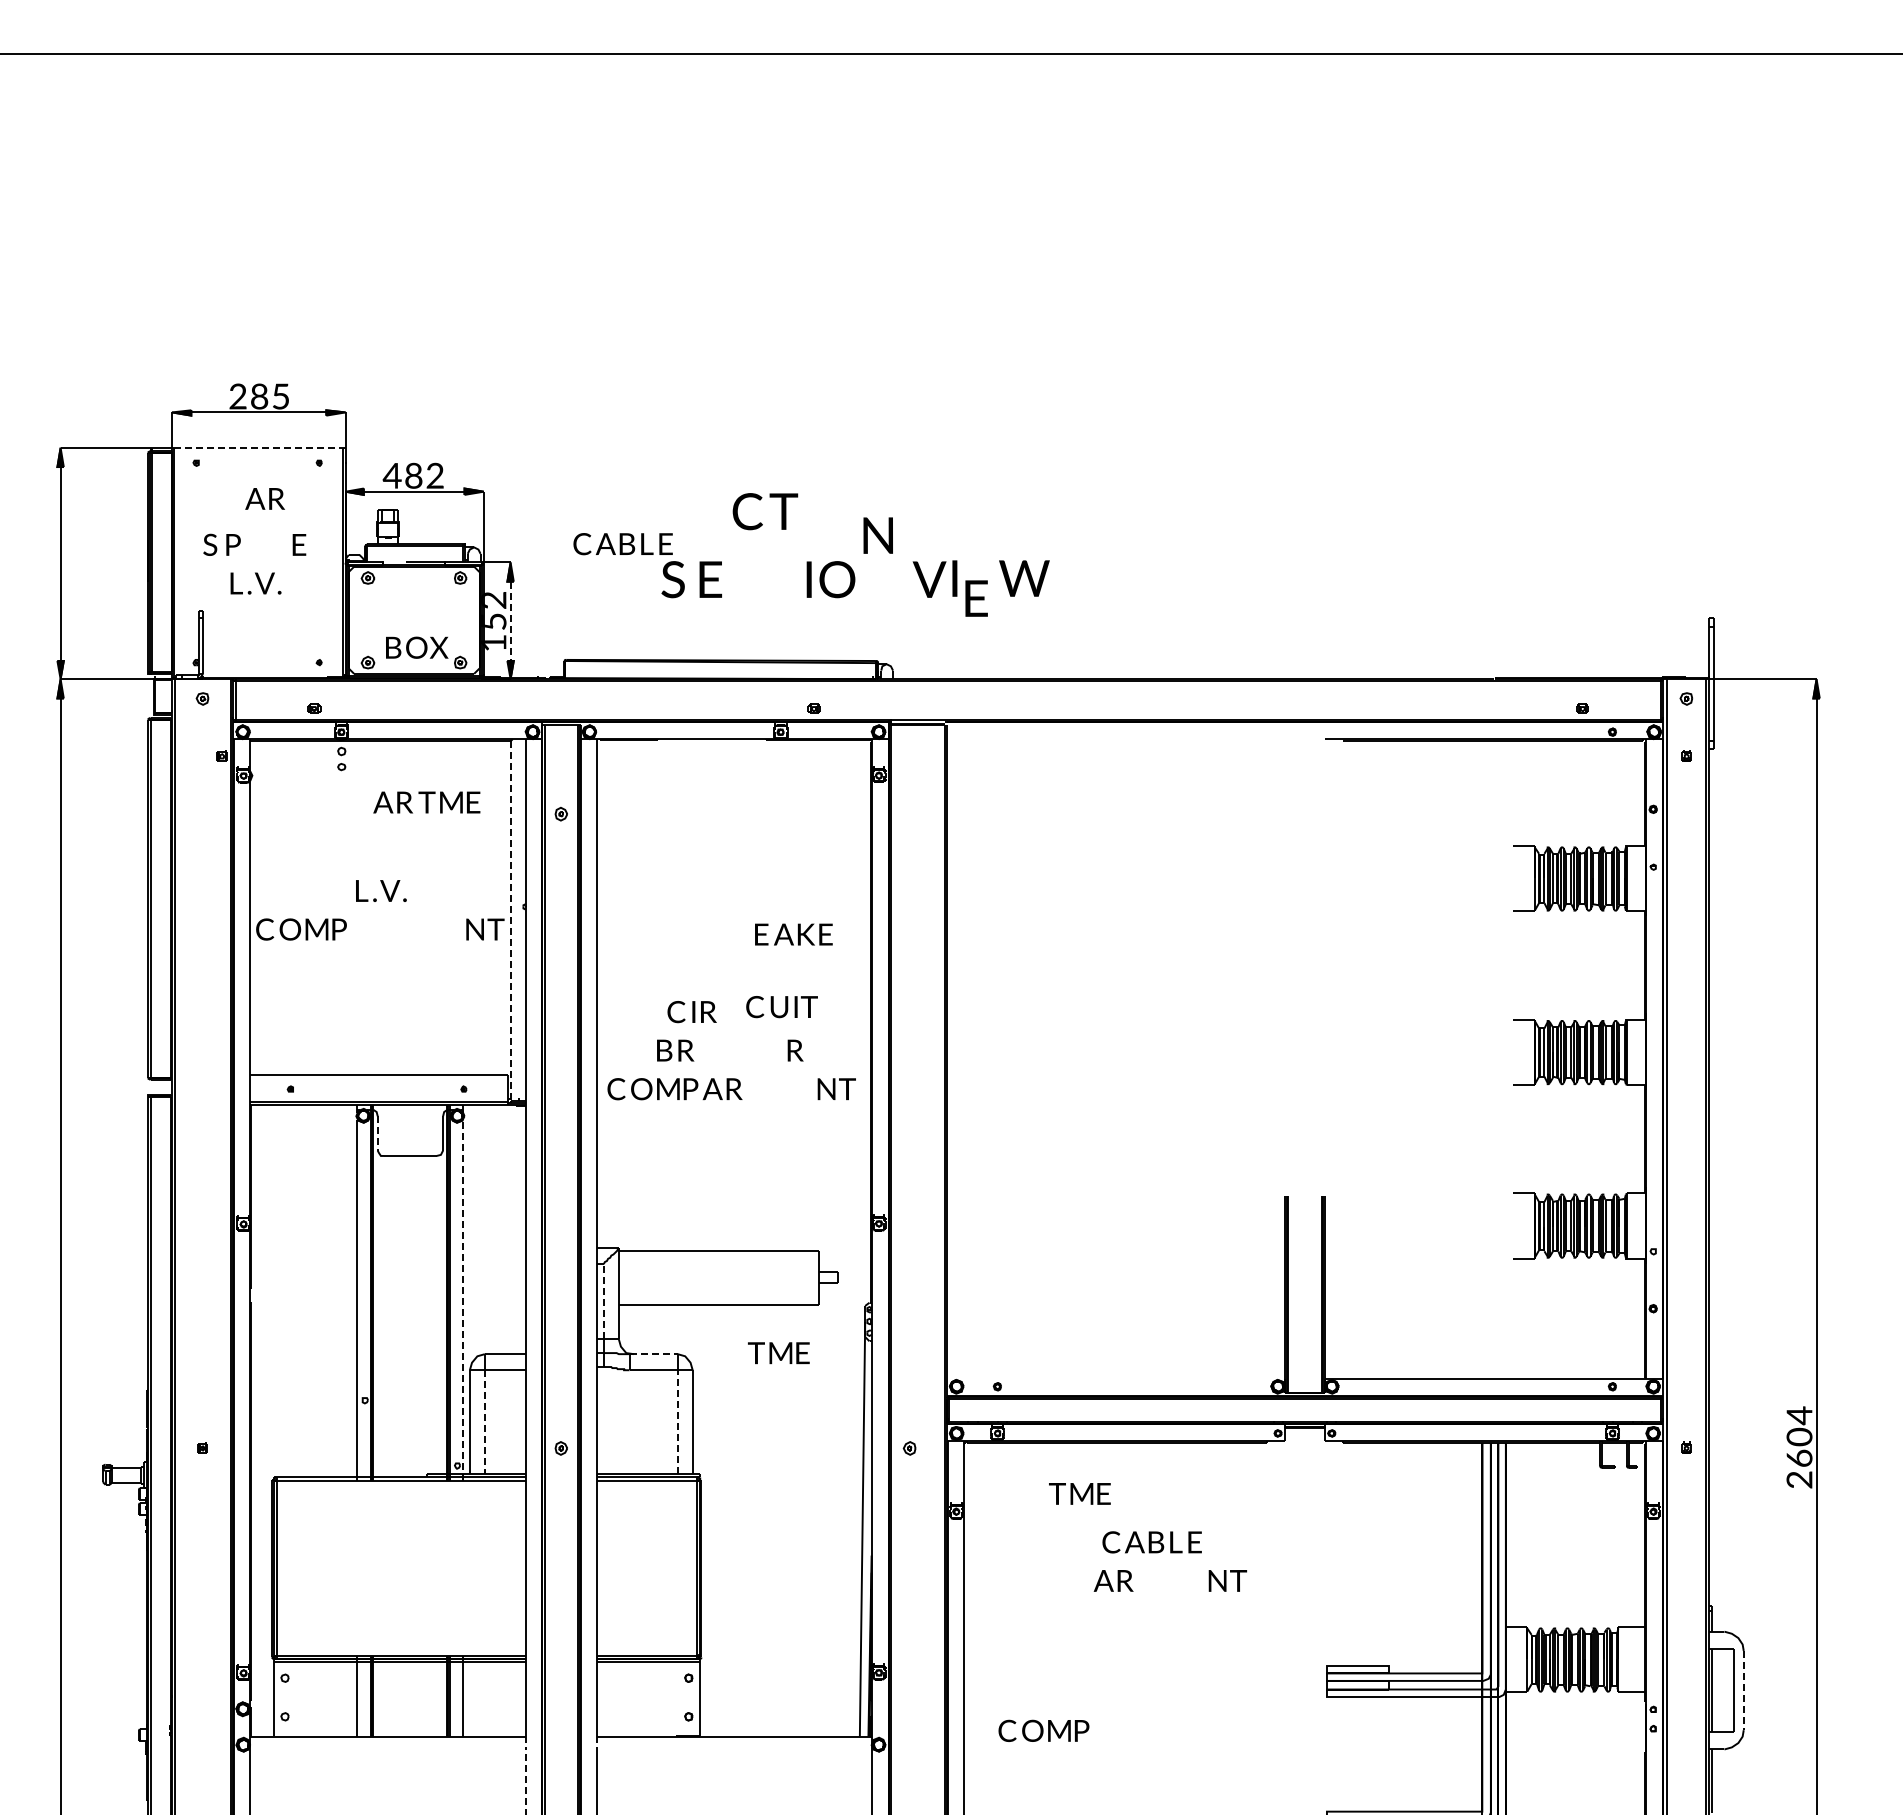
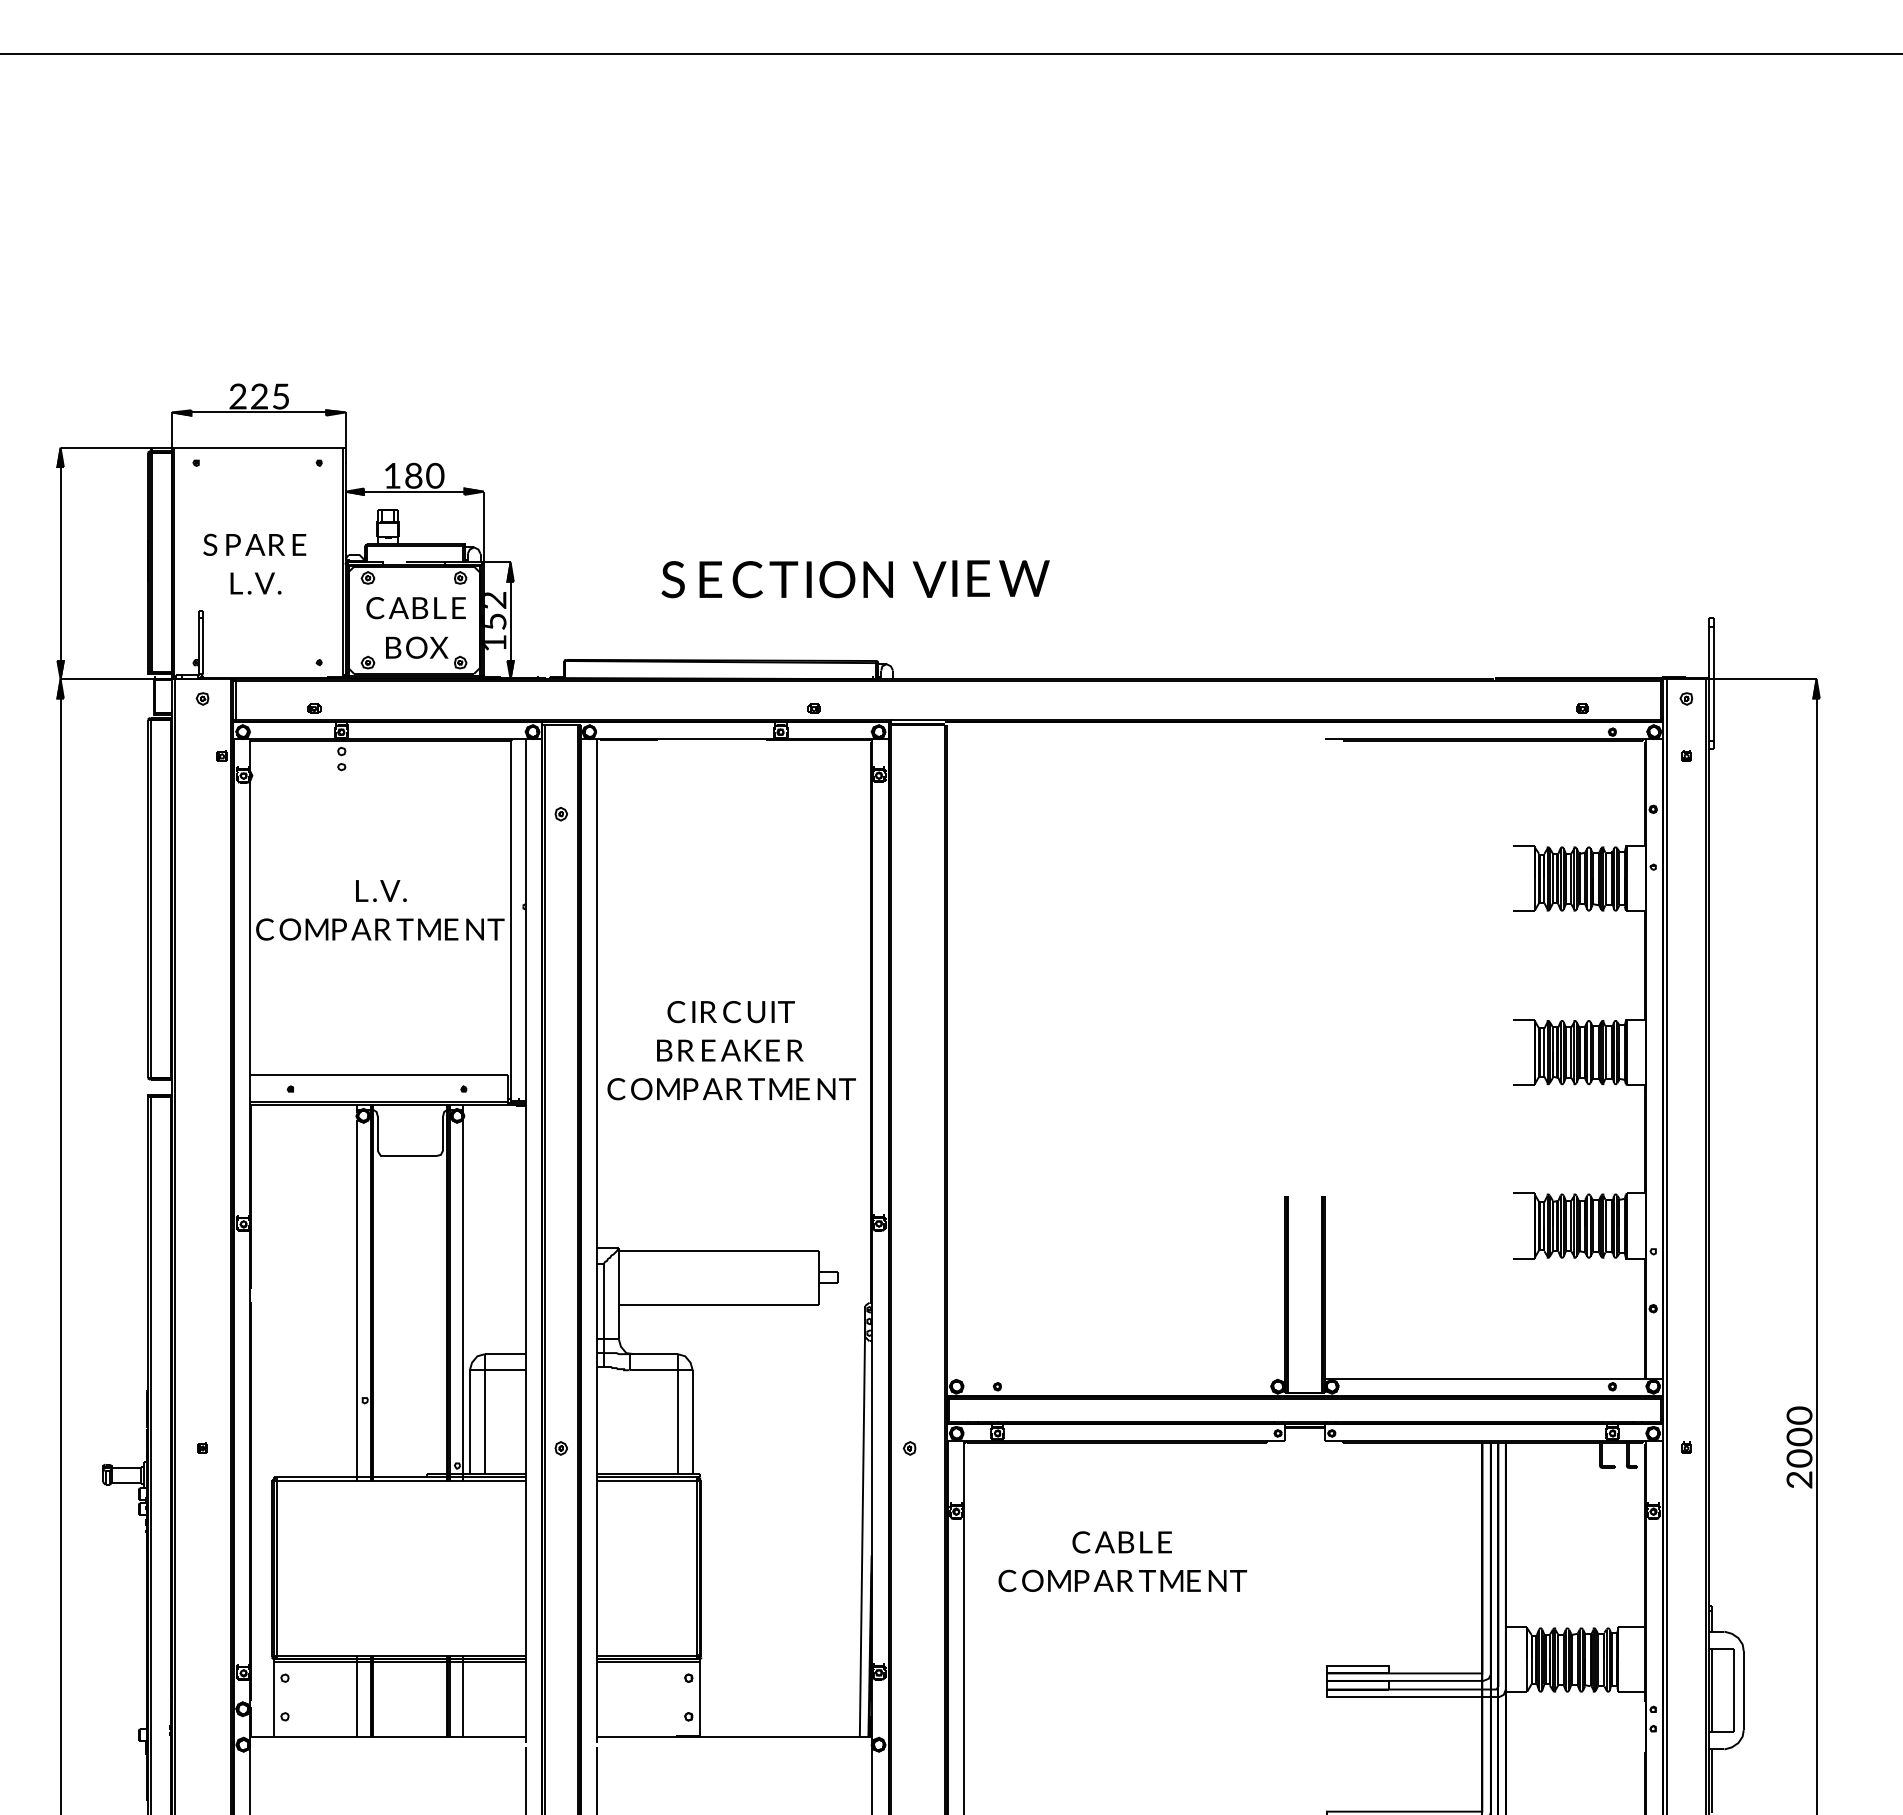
text at (259, 397): 8 -> 2
line at (258, 447): dashed -> solid
text at (391, 475): 4 -> 1
text at (435, 475): 2 -> 0
text at (264, 498) position: (264, 498) -> (264, 544)
text at (765, 511) position: (765, 511) -> (765, 579)
text at (877, 535) position: (877, 535) -> (877, 579)
text at (622, 544) position: (622, 544) -> (415, 608)
text at (976, 598) position: (976, 598) -> (978, 578)
line at (510, 621): dashed -> solid
text at (426, 802) position: (426, 802) -> (404, 929)
line at (510, 921): dashed -> solid
text at (793, 934) position: (793, 934) -> (740, 1050)
text at (781, 1007) position: (781, 1007) -> (758, 1012)
line at (377, 1133): dashed -> solid
line at (463, 1300): dashed -> solid
line at (603, 1301): dashed -> solid
text at (778, 1353) position: (778, 1353) -> (778, 1089)
line at (654, 1354): dashed -> solid
text at (1799, 1415): 4 -> 0
line at (484, 1422): dashed -> solid
line at (677, 1422): dashed -> solid
text at (1798, 1458): 6 -> 0
text at (1079, 1493) position: (1079, 1493) -> (1169, 1580)
text at (1151, 1542) position: (1151, 1542) -> (1121, 1542)
line at (1743, 1690): dashed -> solid
text at (1043, 1730) position: (1043, 1730) -> (1043, 1580)
line at (525, 1781): dashed -> solid
